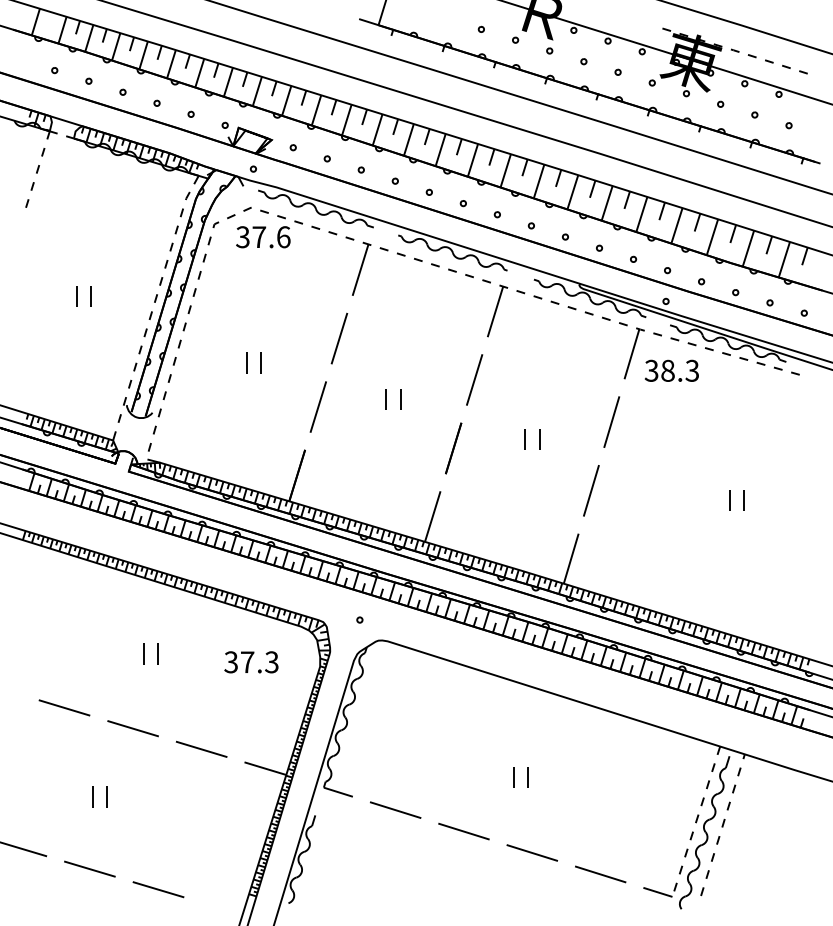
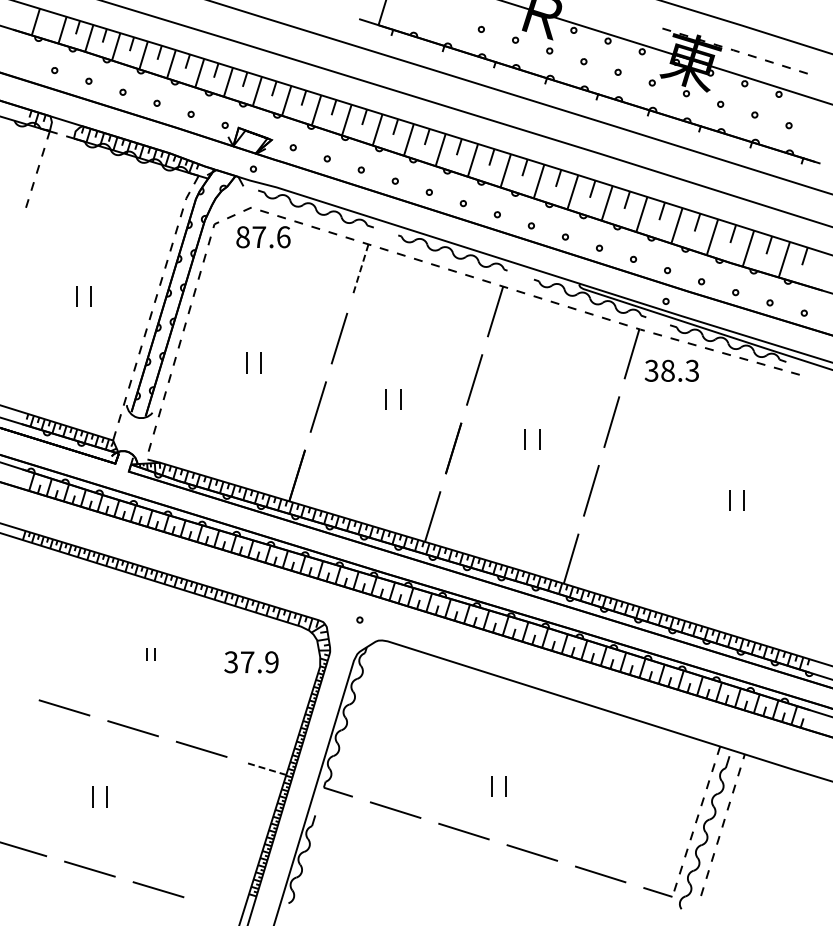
text at (242, 237): 37.6 -> 87.6
line at (360, 270): solid -> dashed
part at (150, 653) size: 16x22 px -> 10x13 px
text at (271, 662): 37.3 -> 37.9
line at (265, 768): solid -> dashed
part at (520, 777) position: (520, 777) -> (498, 786)
